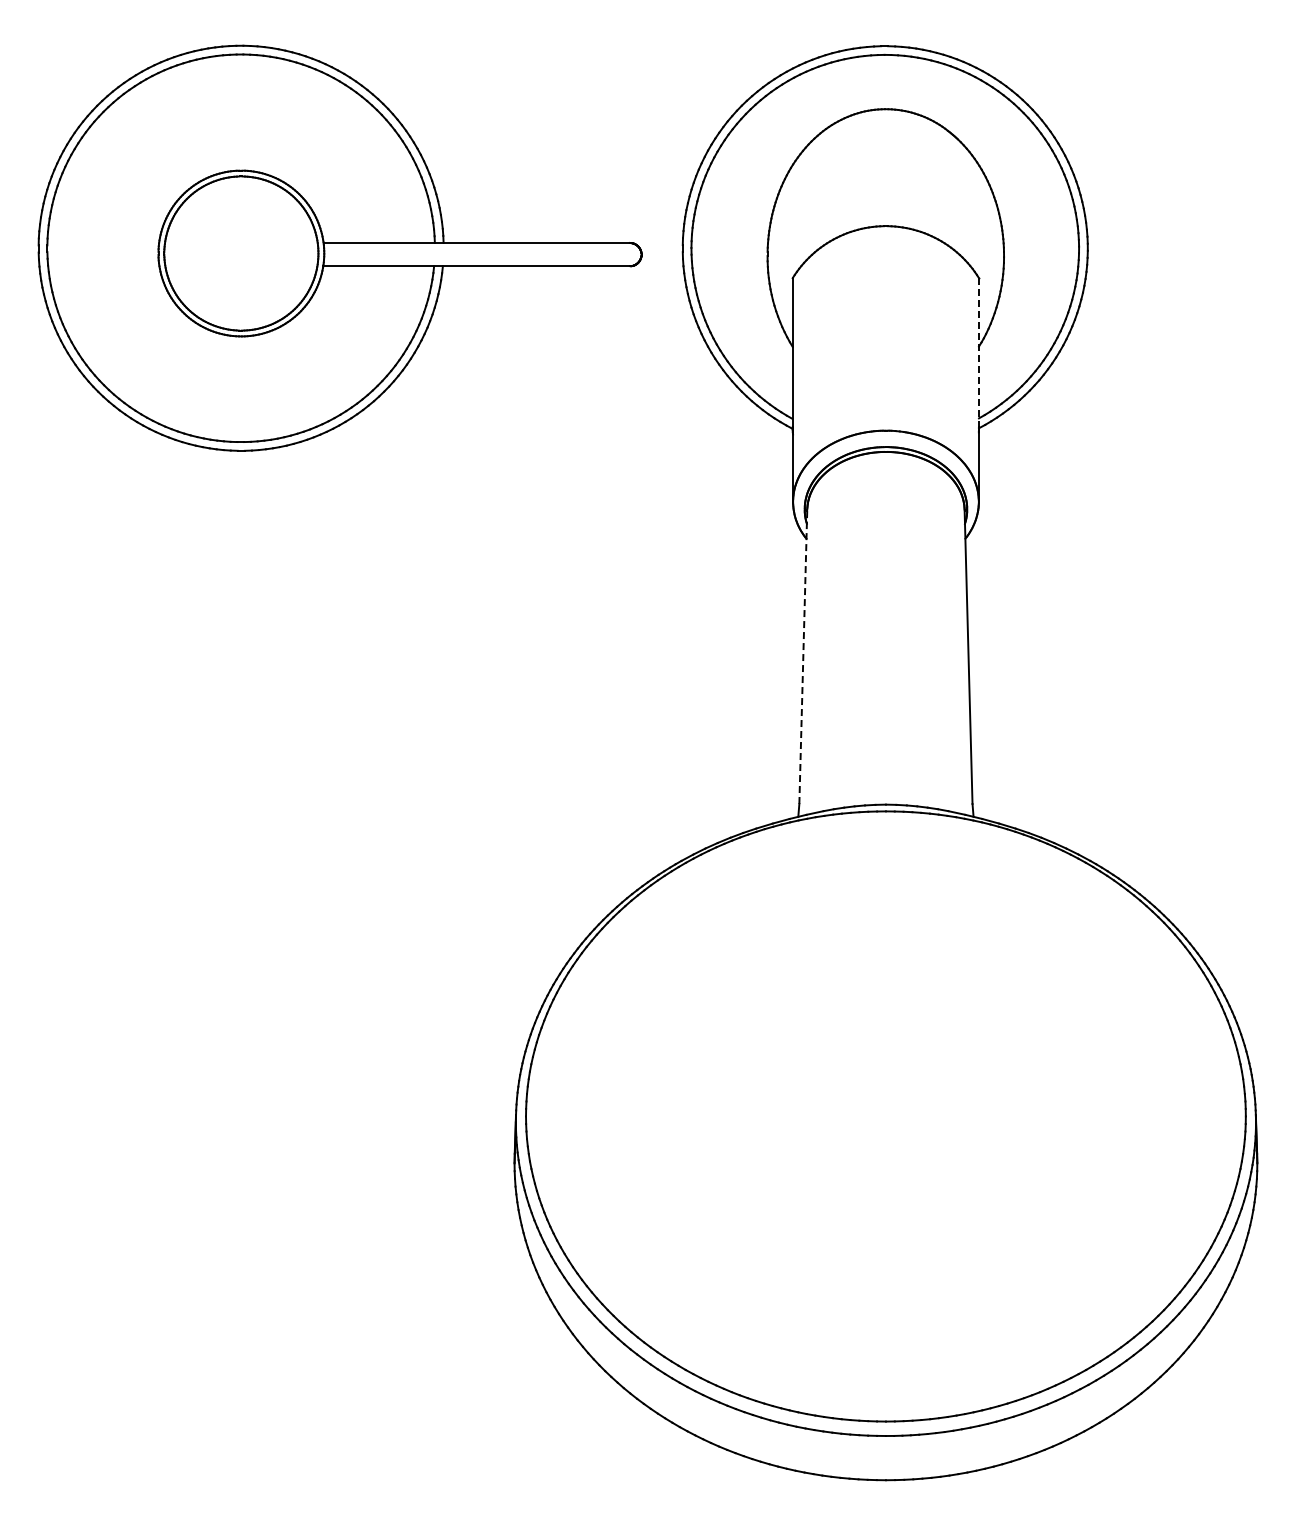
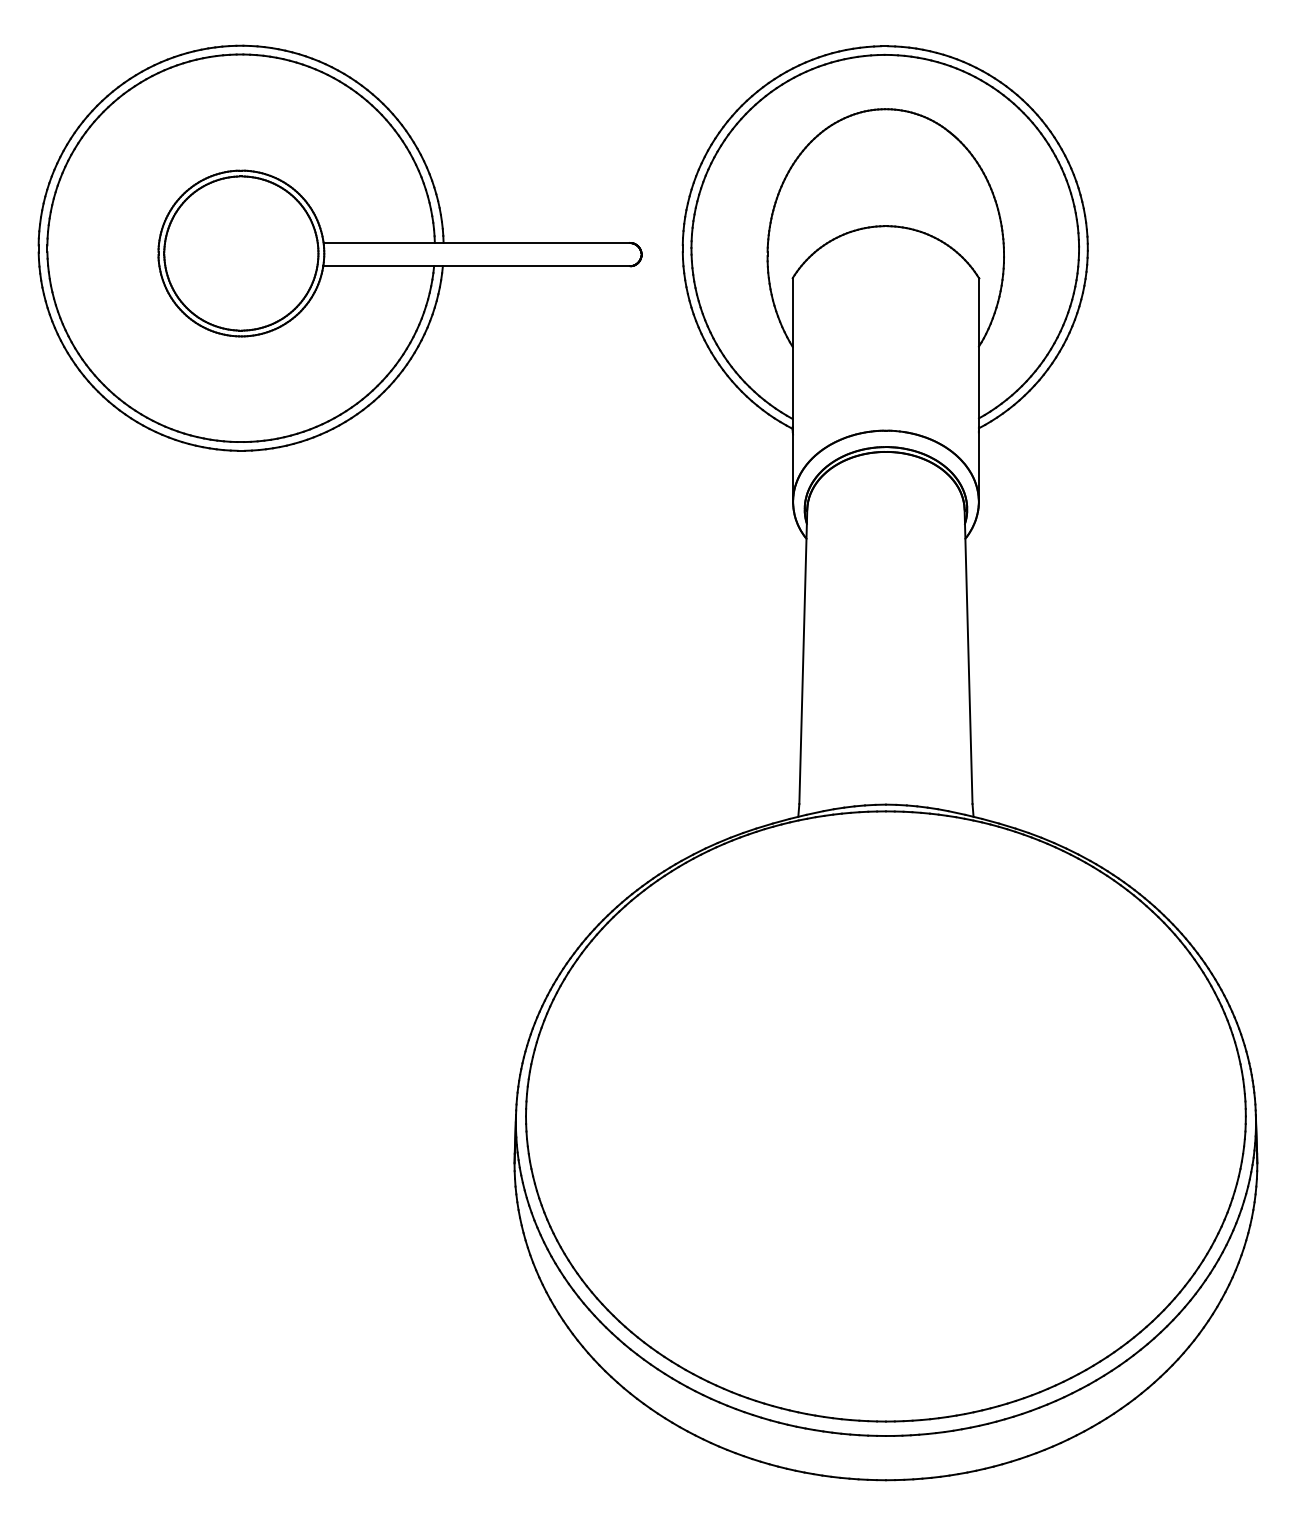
line at (978, 352): dashed -> solid
line at (803, 656): dashed -> solid
